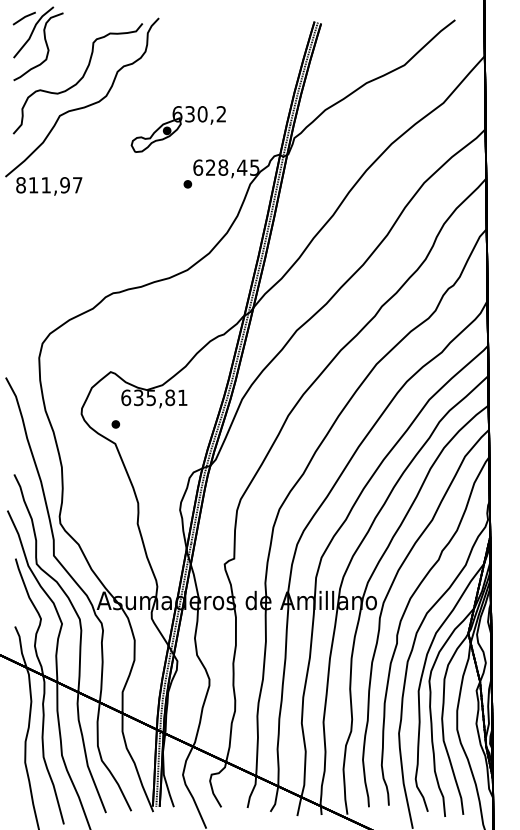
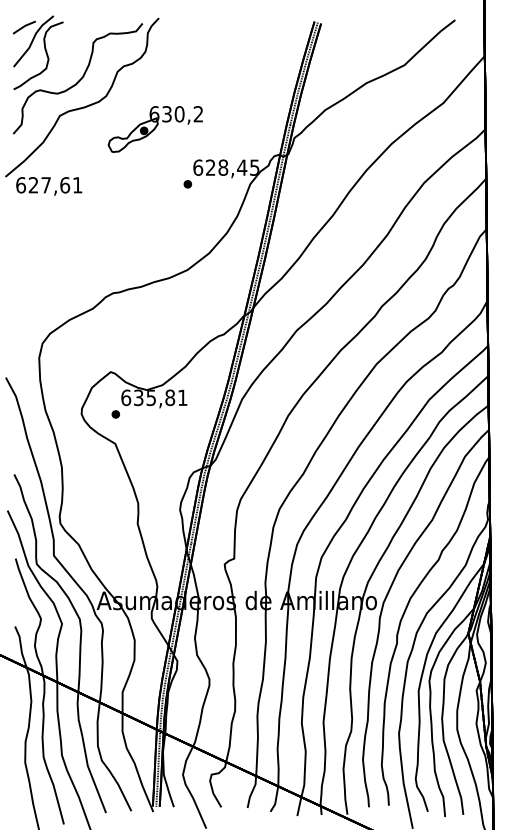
part at (44, 40) position: (44, 40) -> (44, 49)
part at (177, 129) position: (177, 129) -> (154, 129)
text at (49, 185): 811,97 -> 627,61
part at (115, 424) position: (115, 424) -> (115, 414)
